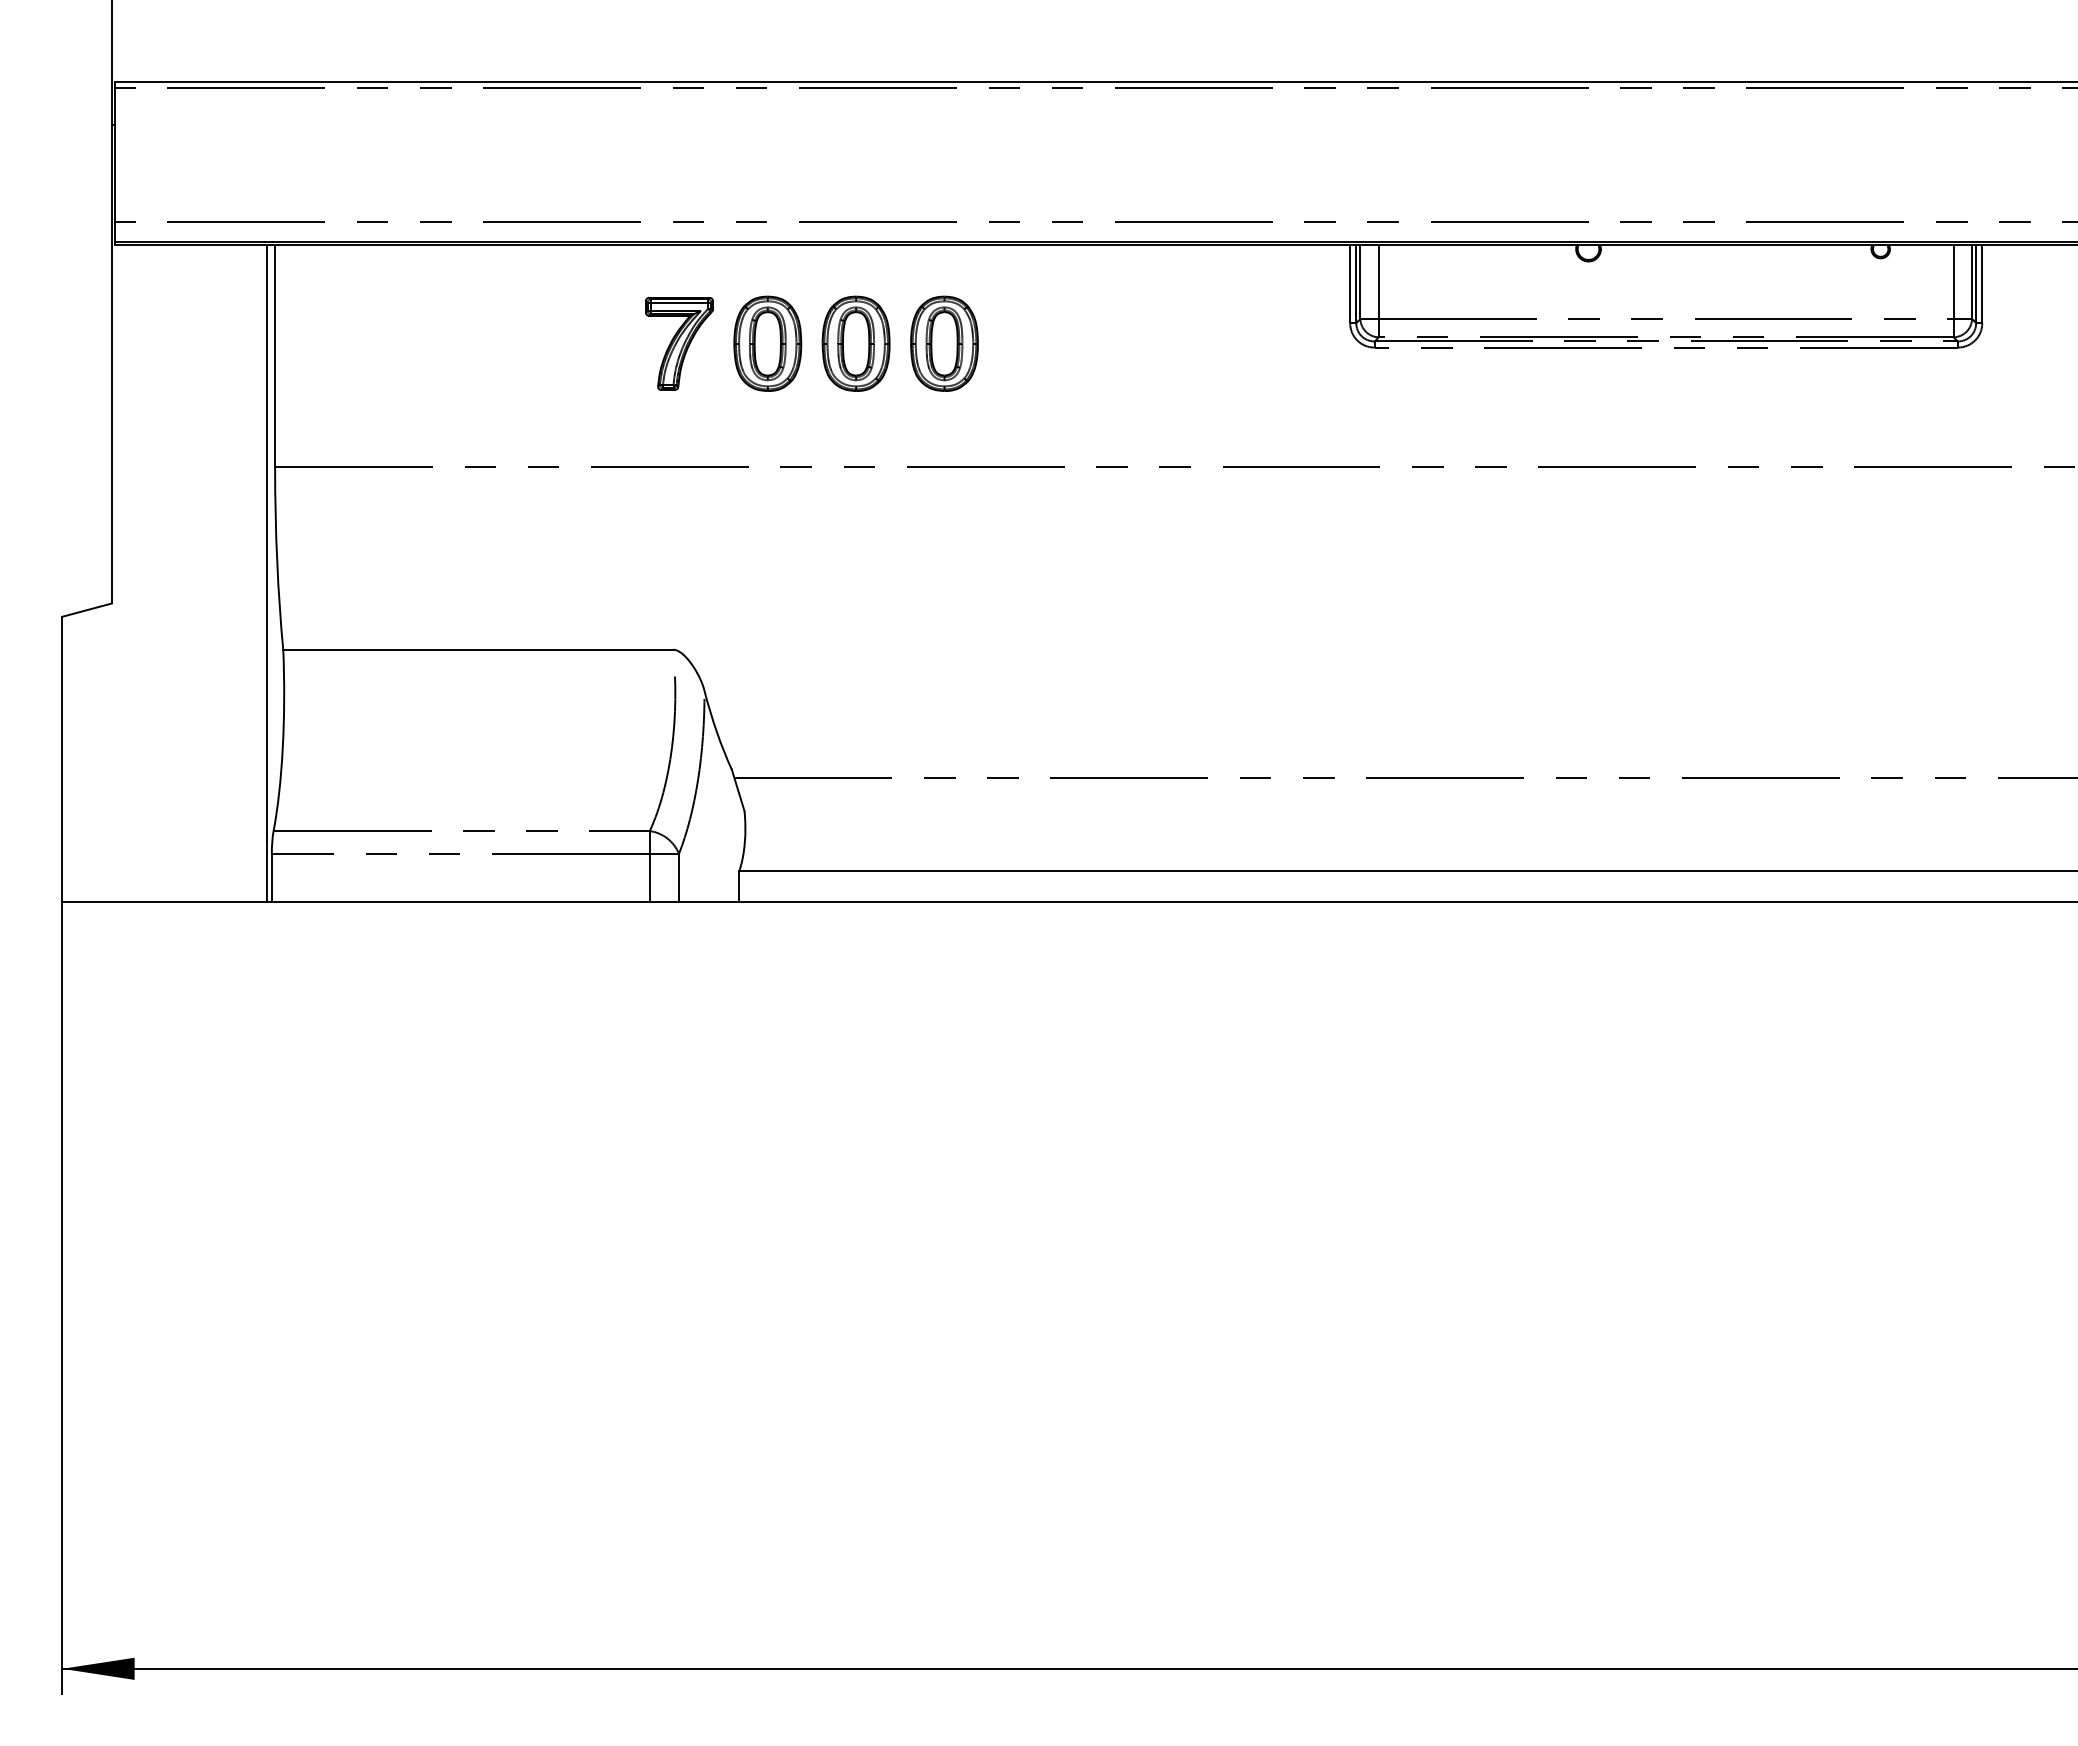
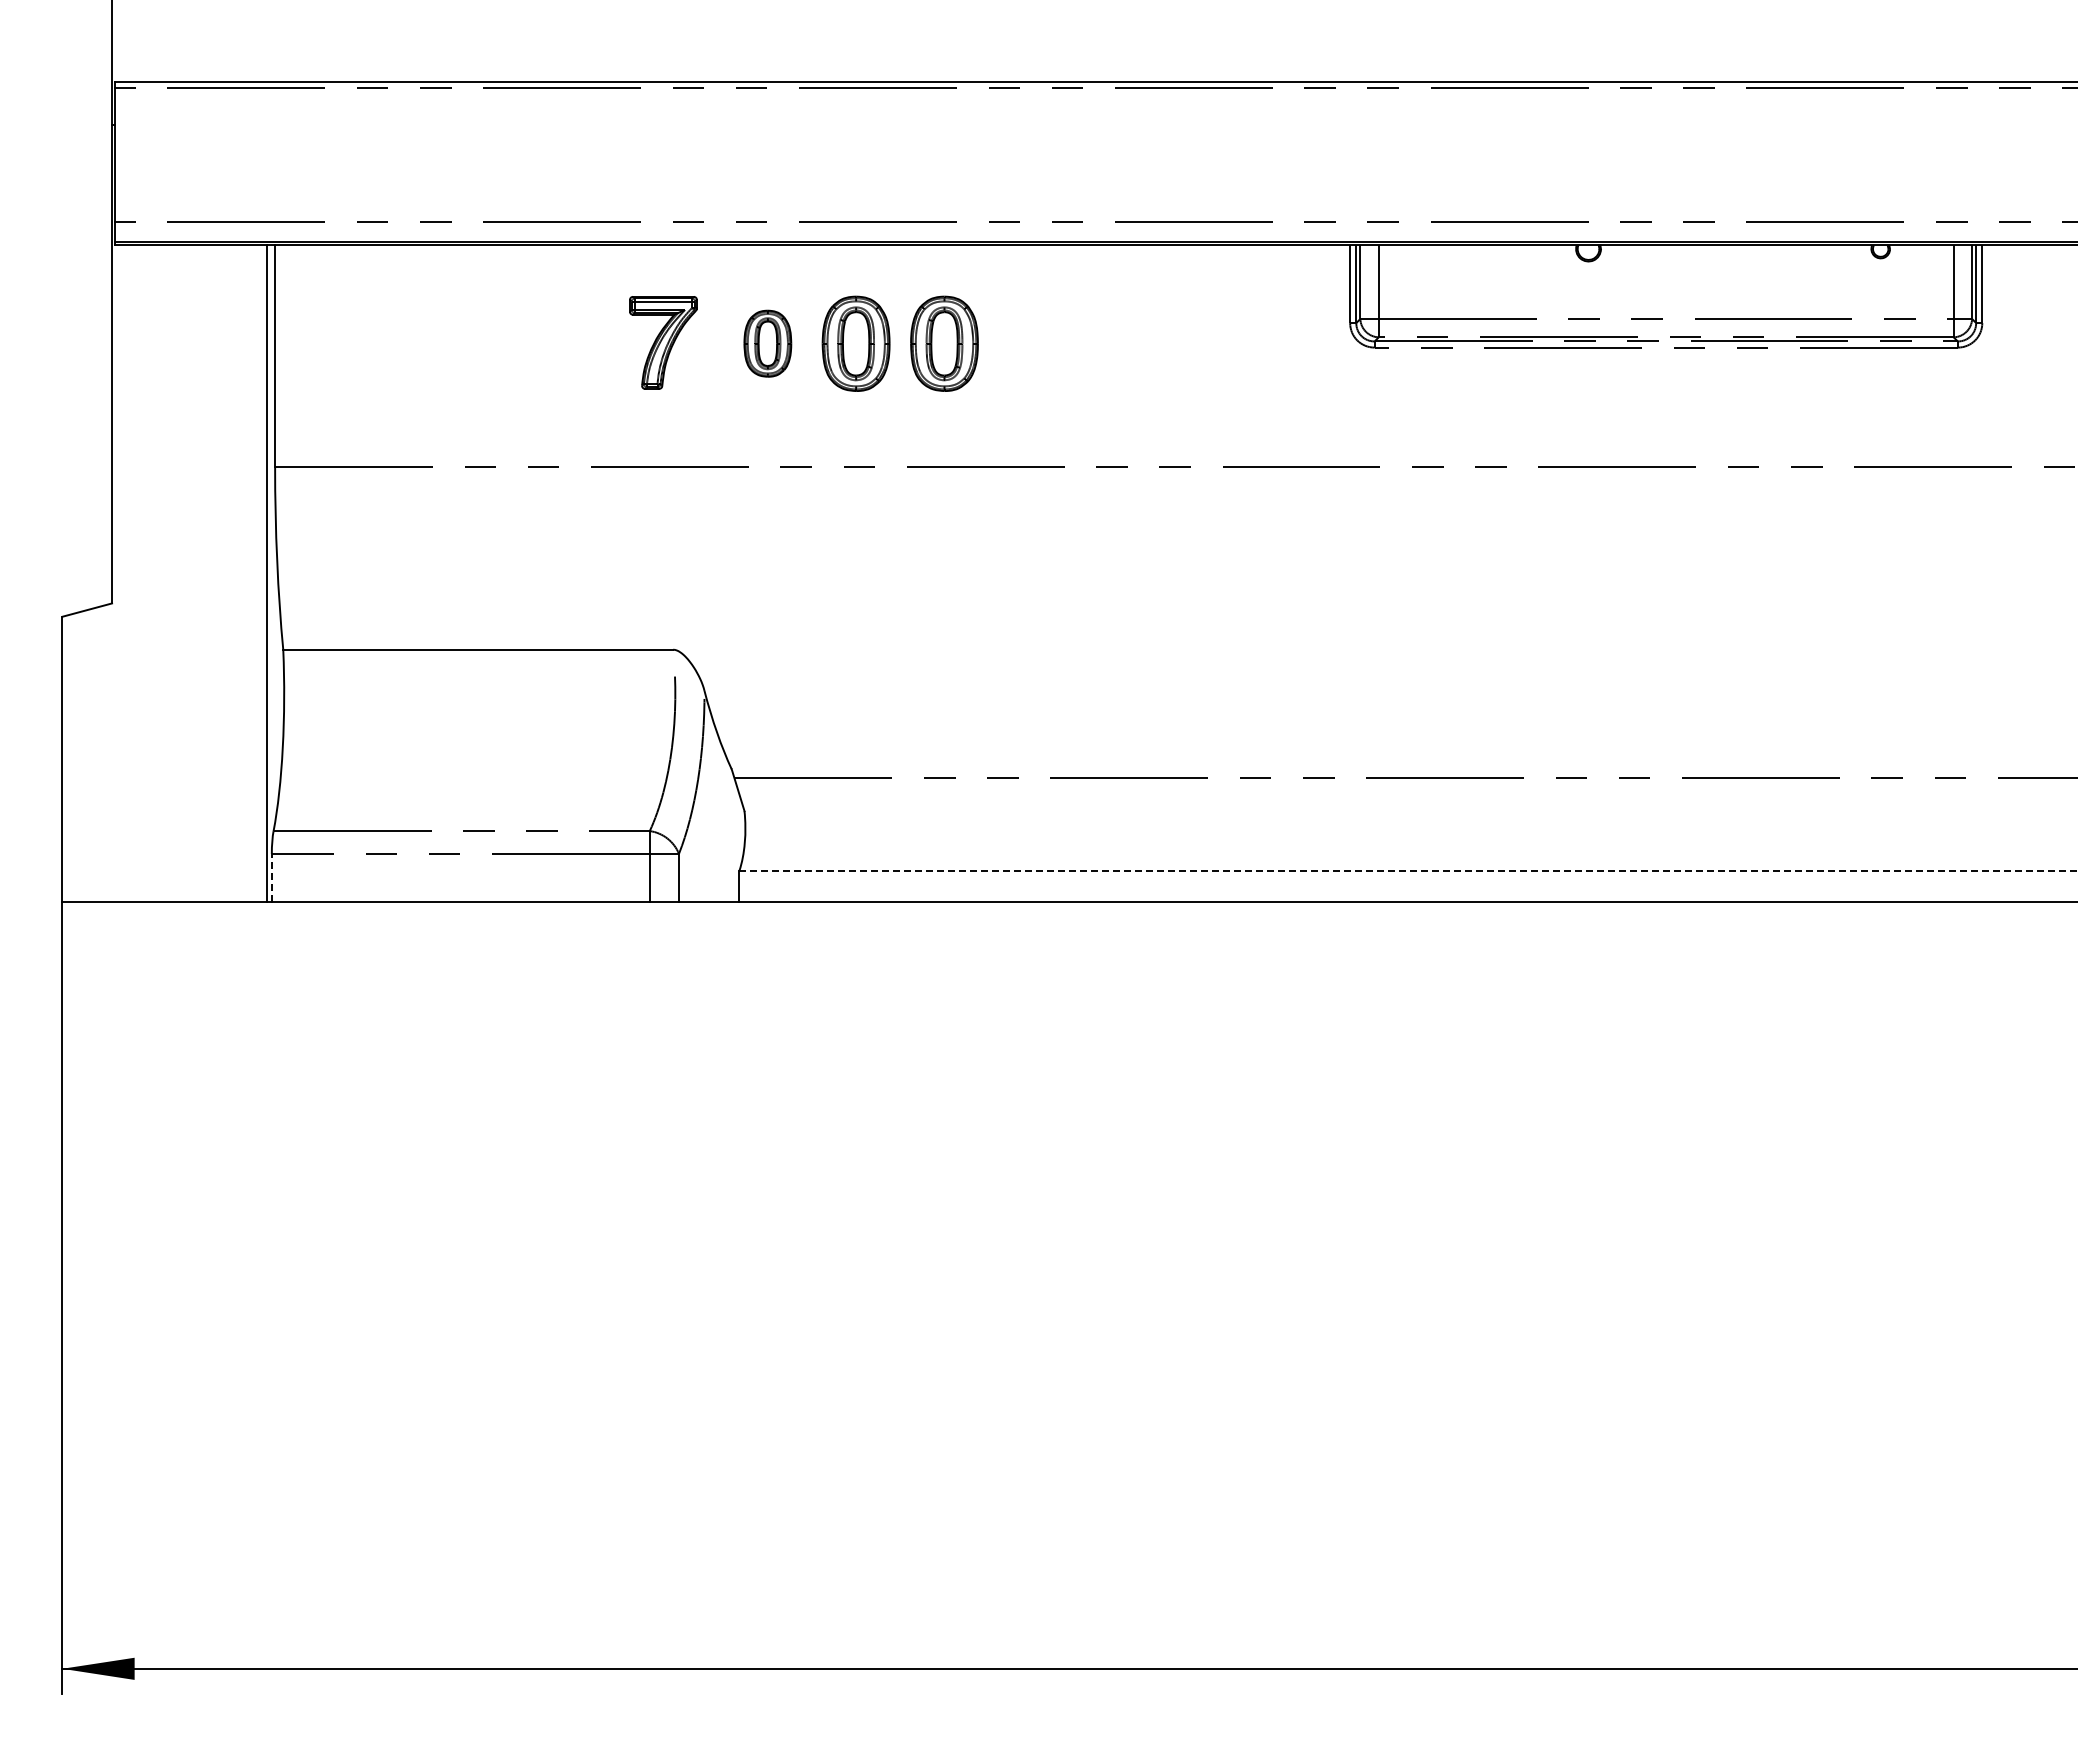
part at (679, 343) position: (679, 343) -> (663, 342)
part at (767, 343) size: 70x97 px -> 50x69 px
line at (1408, 870): solid -> dashed
line at (271, 877): solid -> dashed
